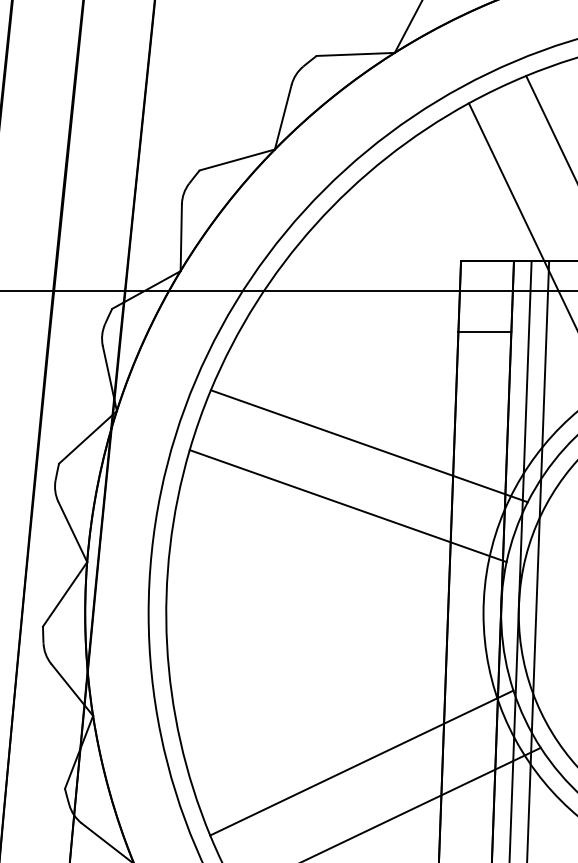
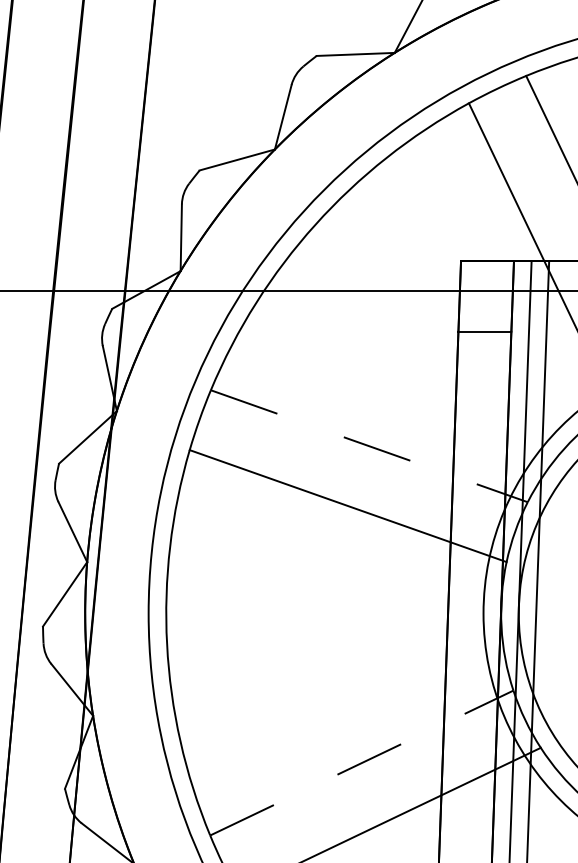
line at (369, 446): solid -> dashed
line at (362, 762): solid -> dashed
